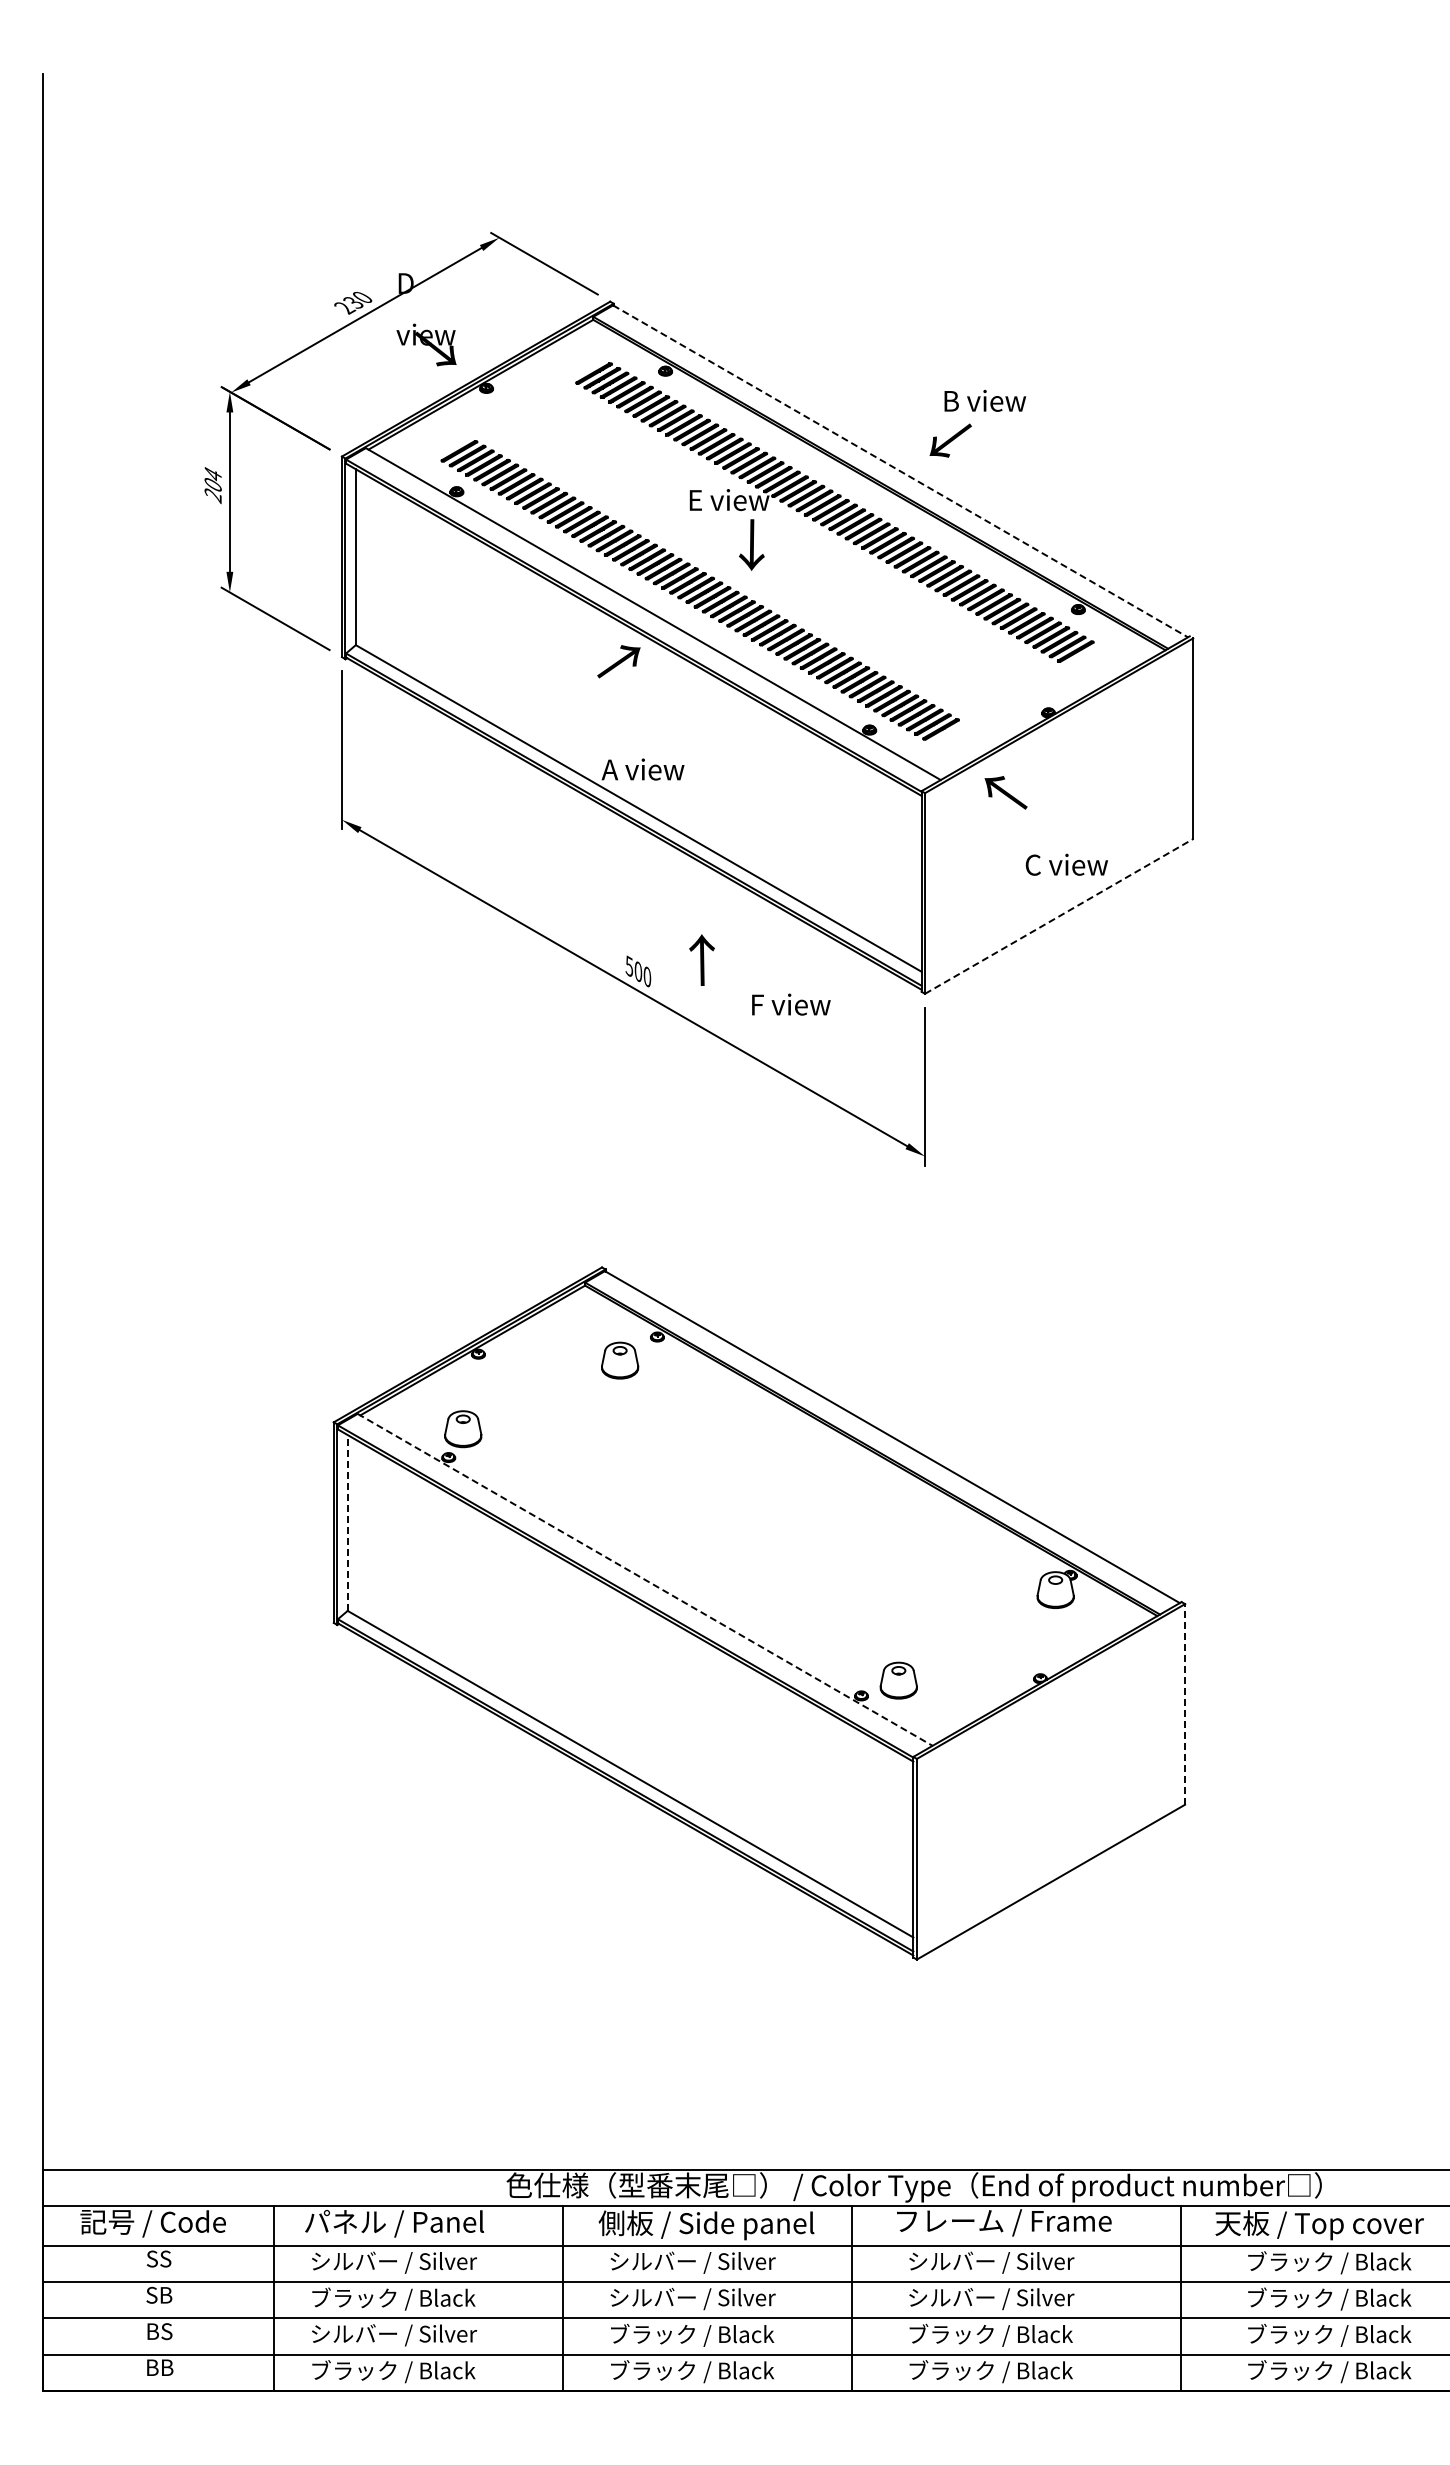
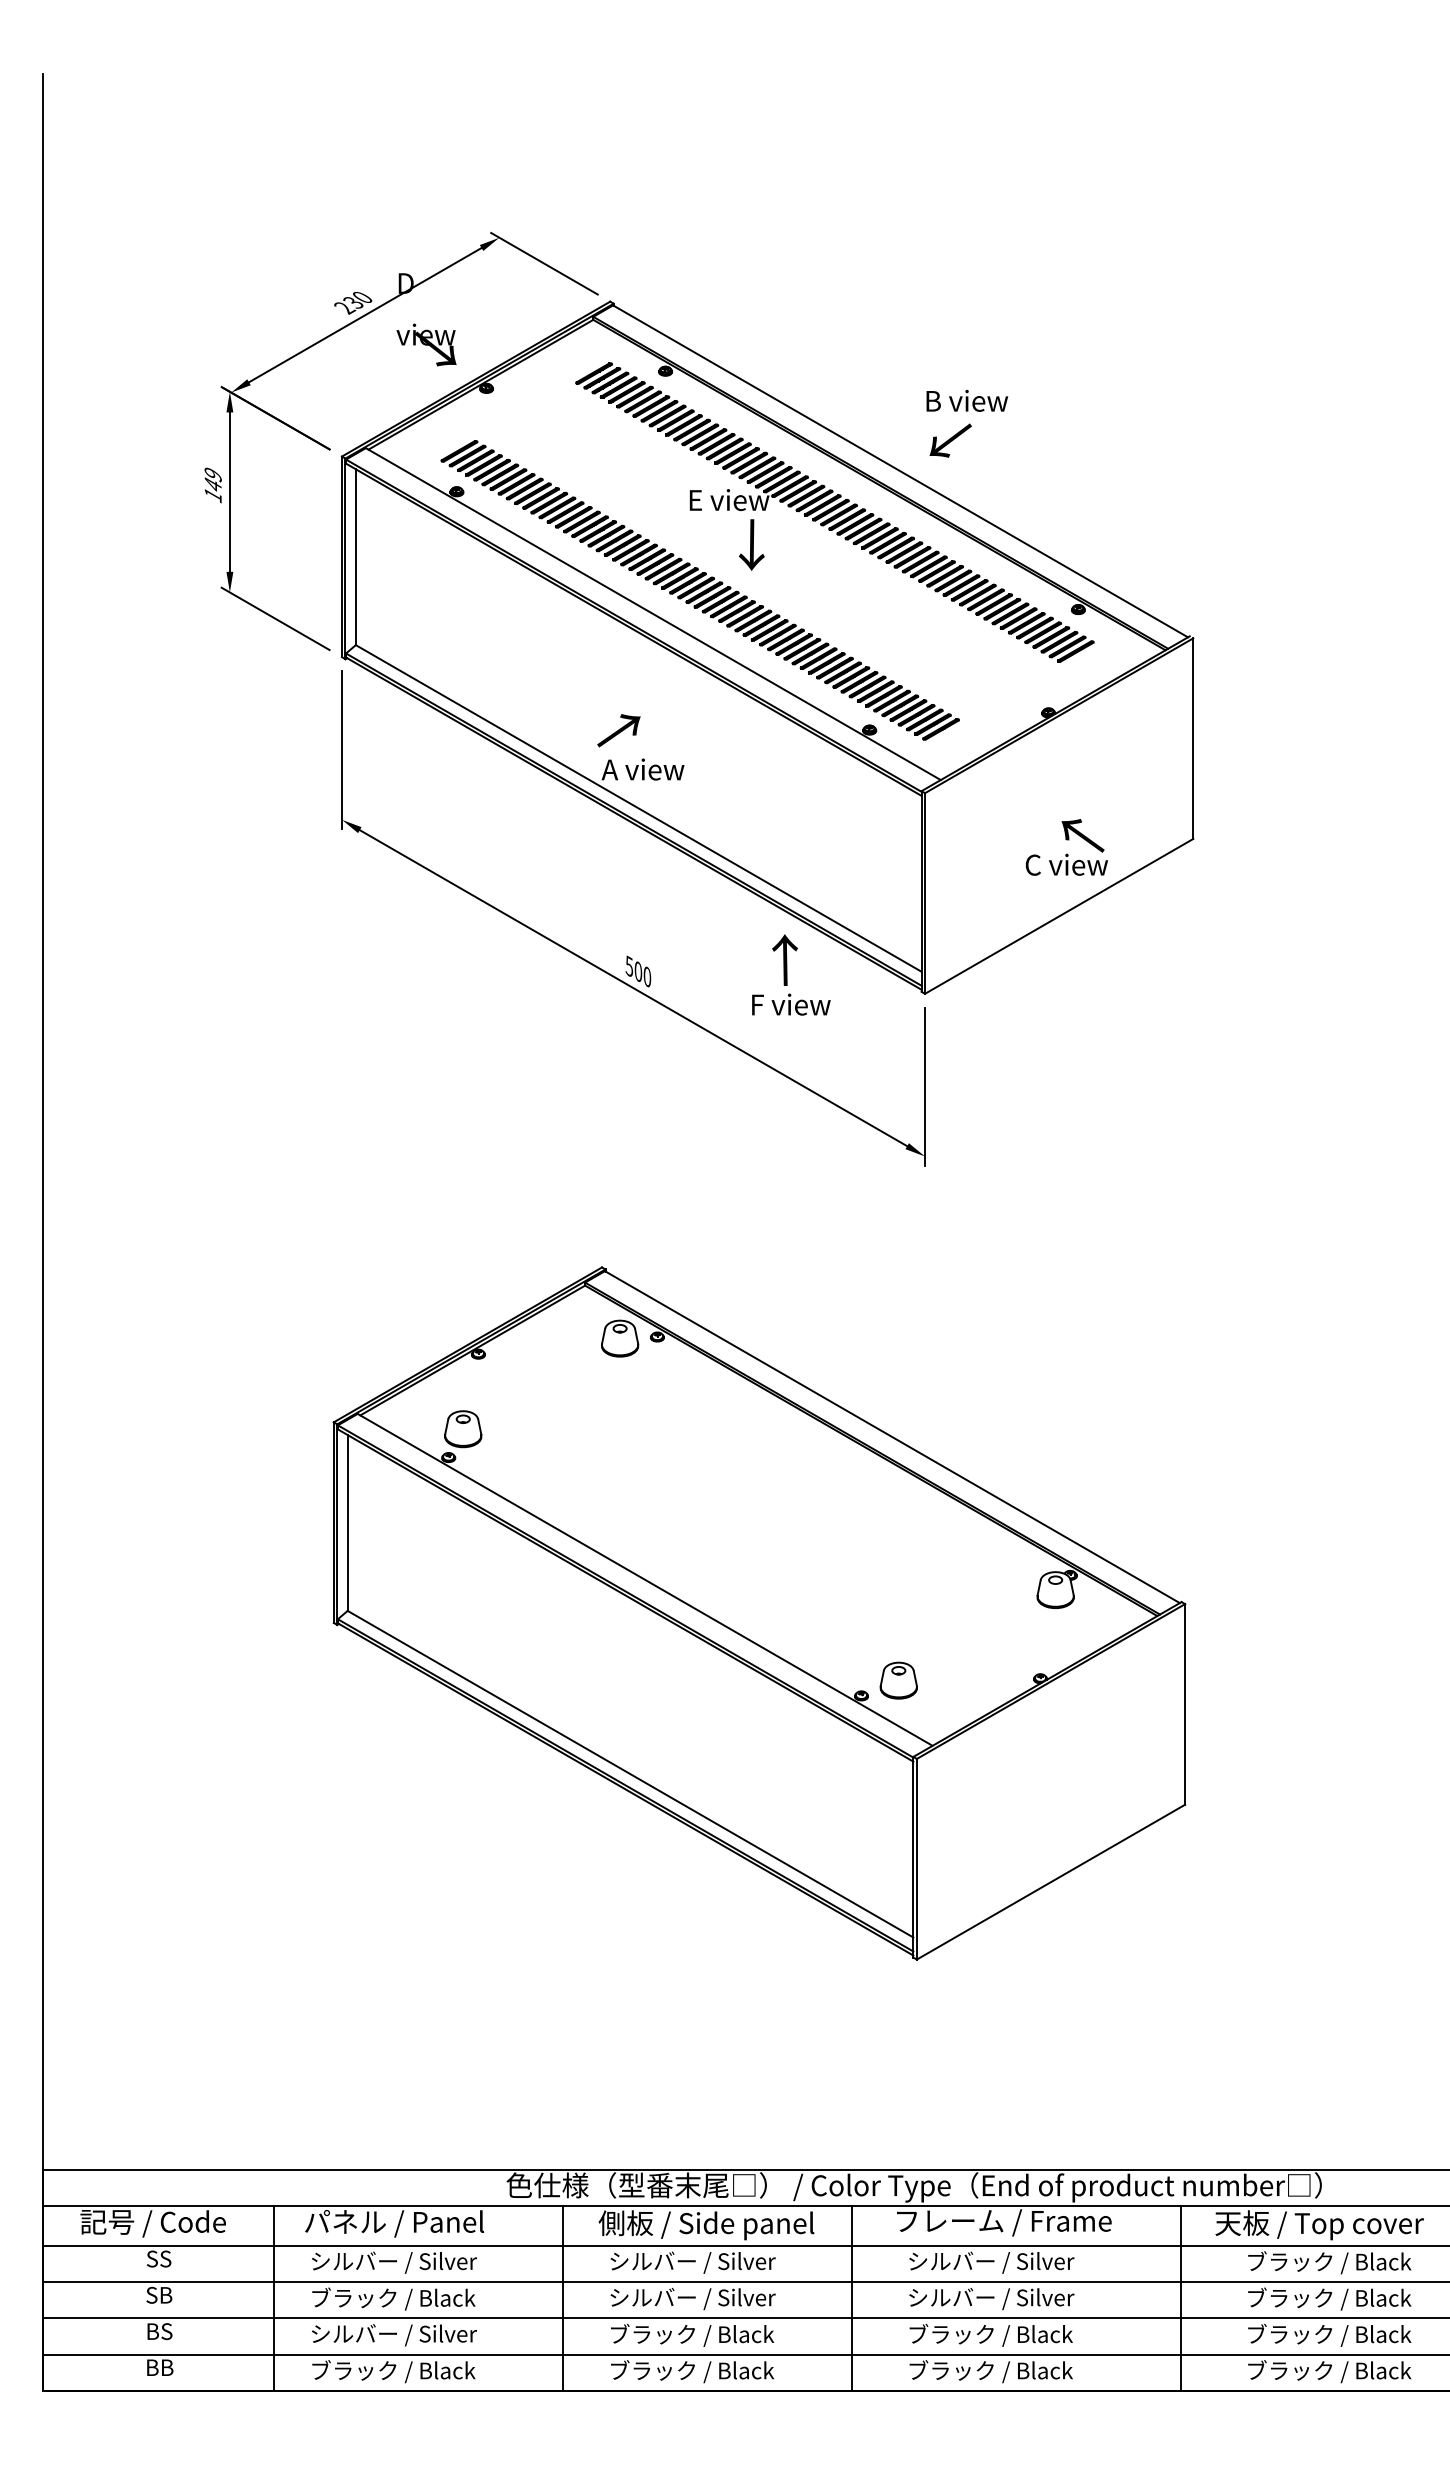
text at (985, 400) position: (985, 400) -> (967, 400)
line at (900, 471): dashed -> solid
text at (212, 485): 204 -> 149
text at (618, 661) position: (618, 661) -> (618, 730)
text at (1005, 792) position: (1005, 792) -> (1082, 835)
line at (1059, 916): dashed -> solid
text at (701, 959) position: (701, 959) -> (784, 959)
part at (620, 1360) position: (620, 1360) -> (620, 1338)
line at (347, 1523): dashed -> solid
line at (645, 1579): dashed -> solid
line at (1185, 1703): dashed -> solid
